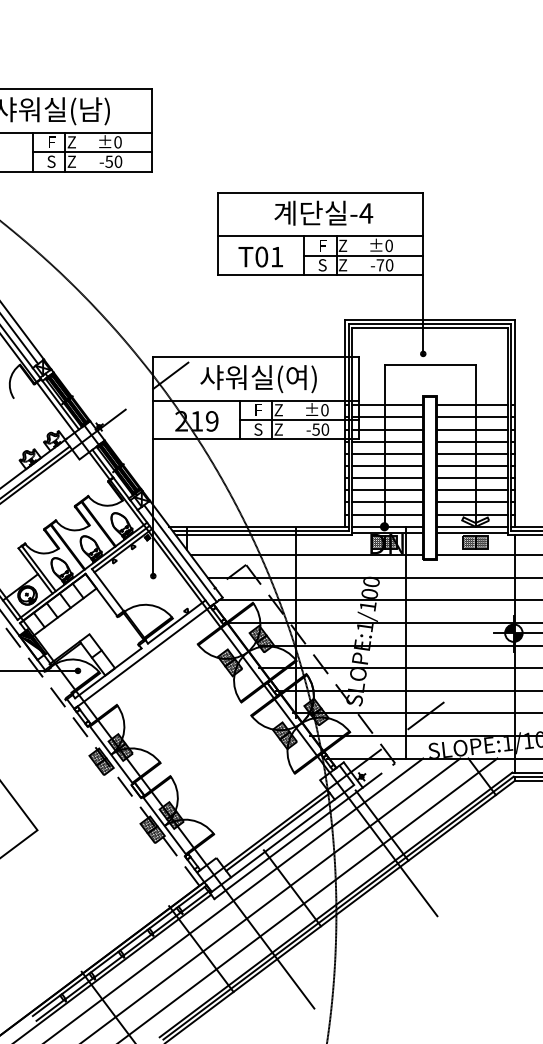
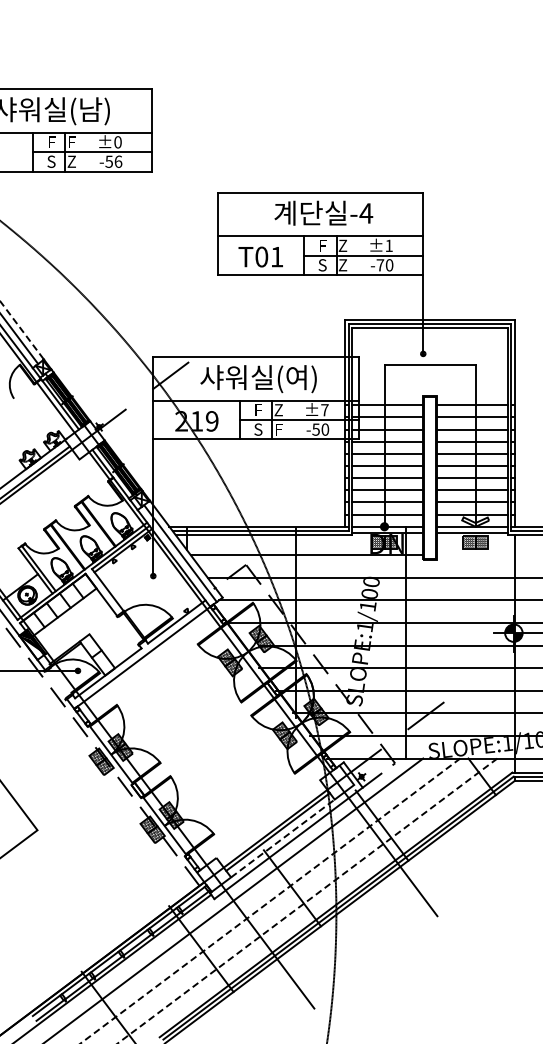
text at (71, 142): Z -> F
text at (118, 161): -50 -> -56
text at (388, 245): ±0 -> ±1
line at (22, 330): solid -> dashed
text at (324, 410): ±0 -> ±7
text at (278, 429): Z -> F
line at (487, 555): present -> none
line at (282, 838): solid -> dashed
line at (269, 901): solid -> dashed
line at (307, 901): solid -> dashed
